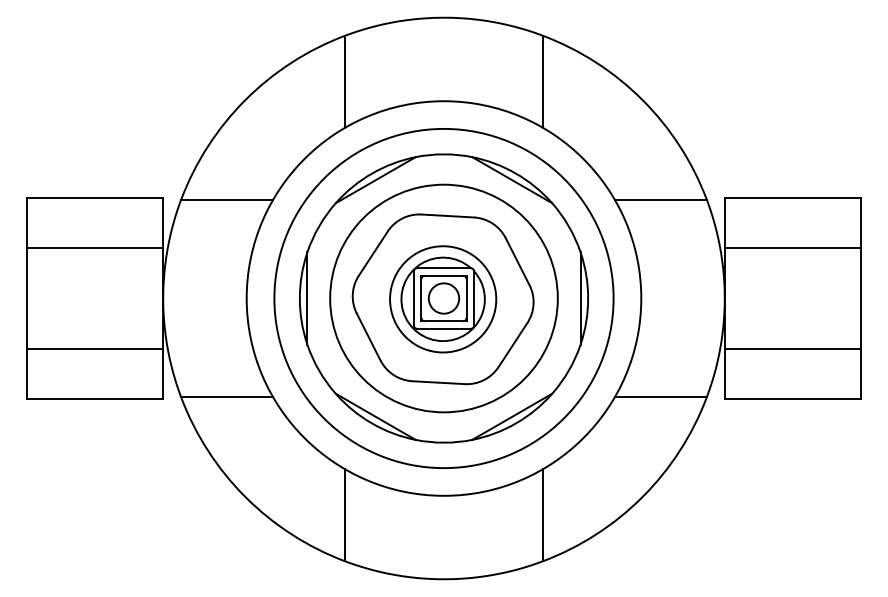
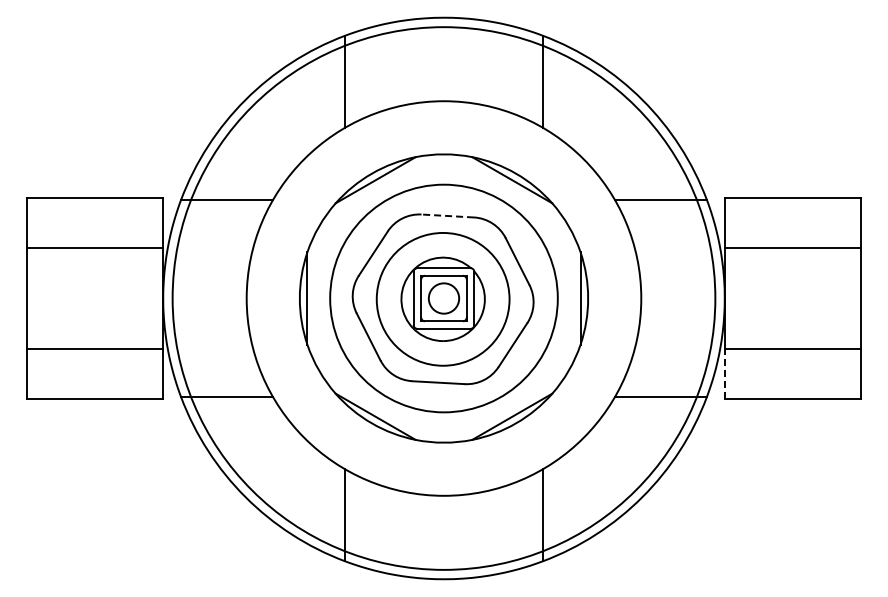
line at (447, 215): solid -> dashed
circle at (443, 298) diameter: 339 px -> 543 px
circle at (443, 299) diameter: 106 px -> 133 px
line at (724, 373): solid -> dashed
